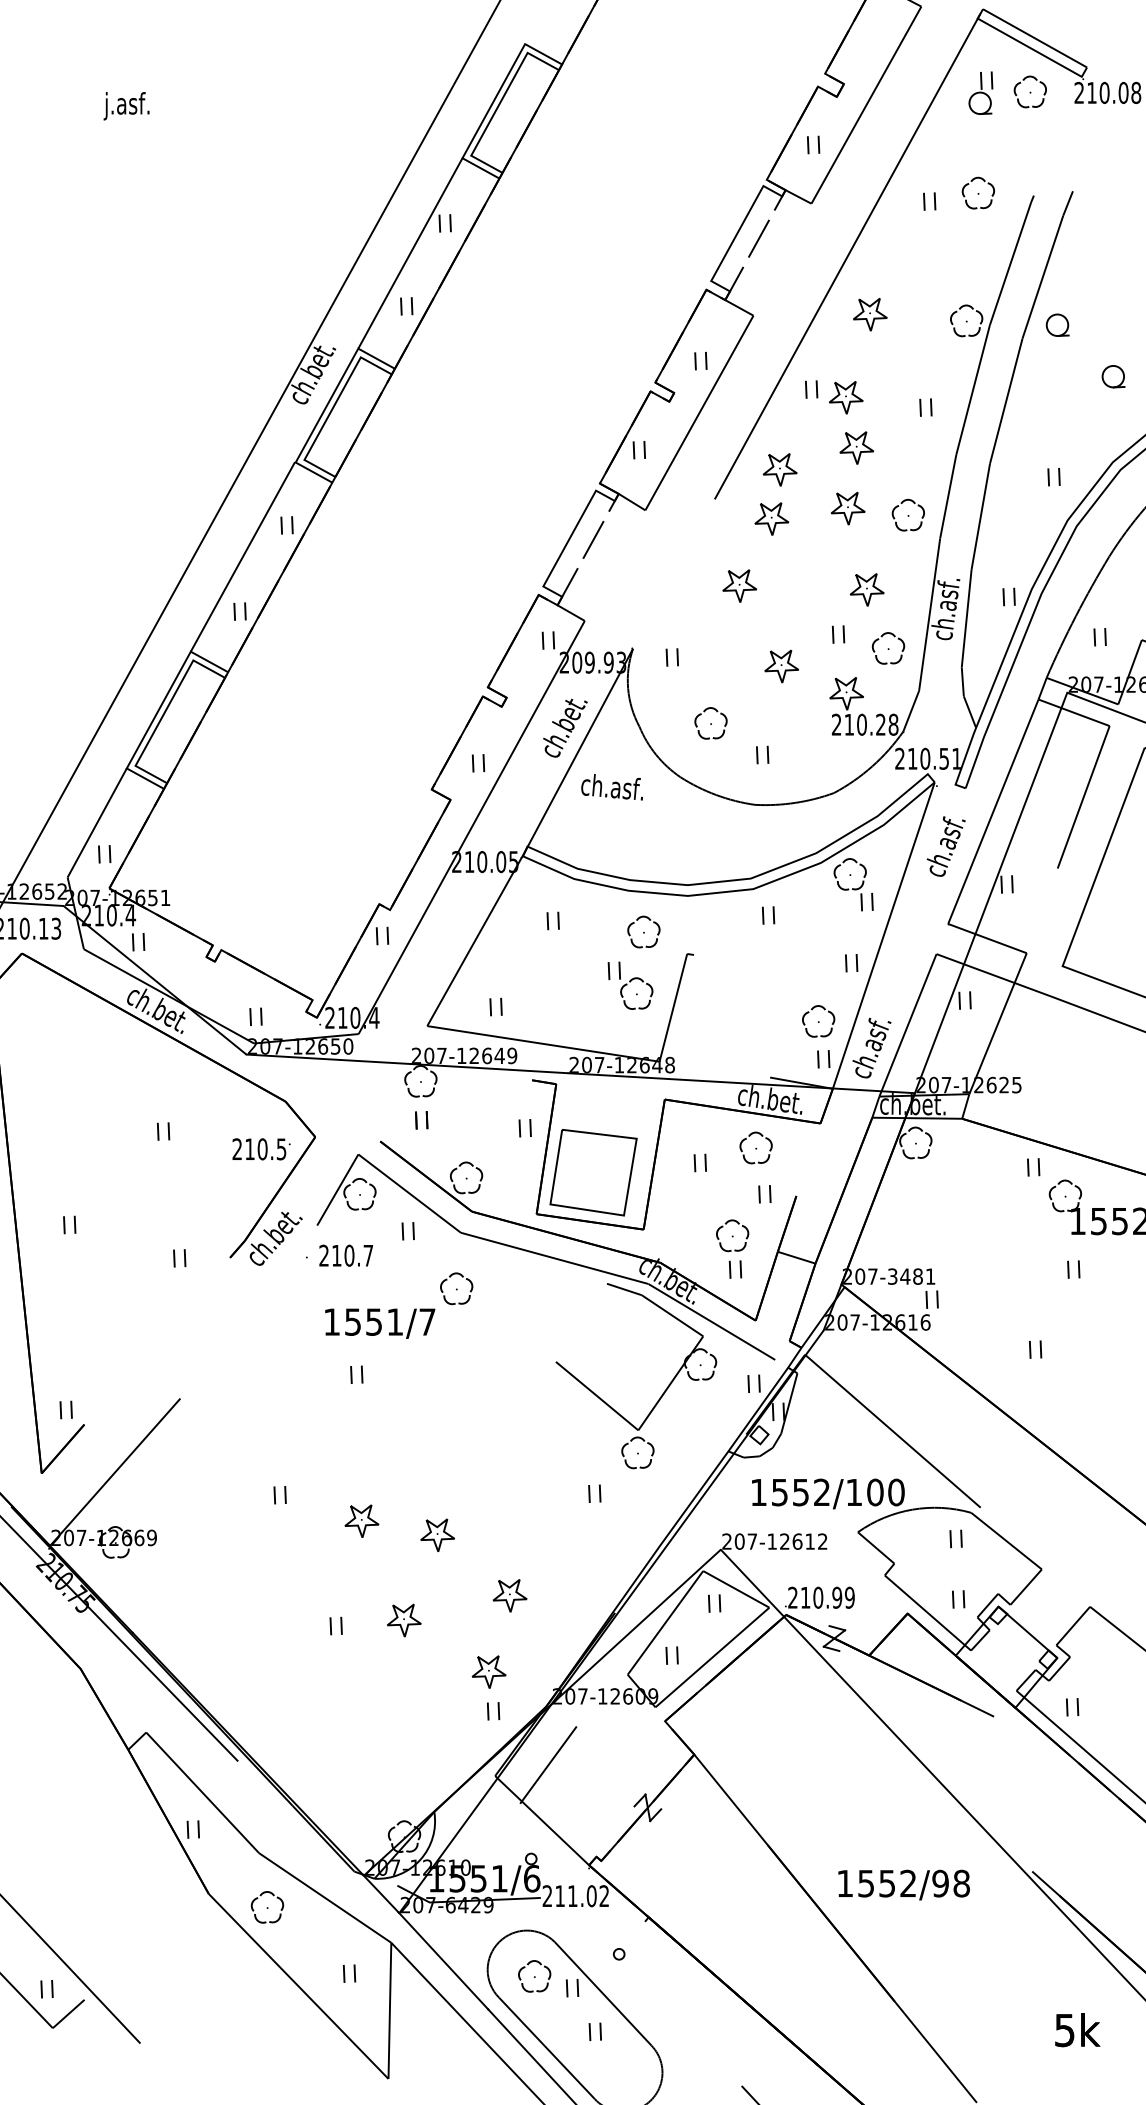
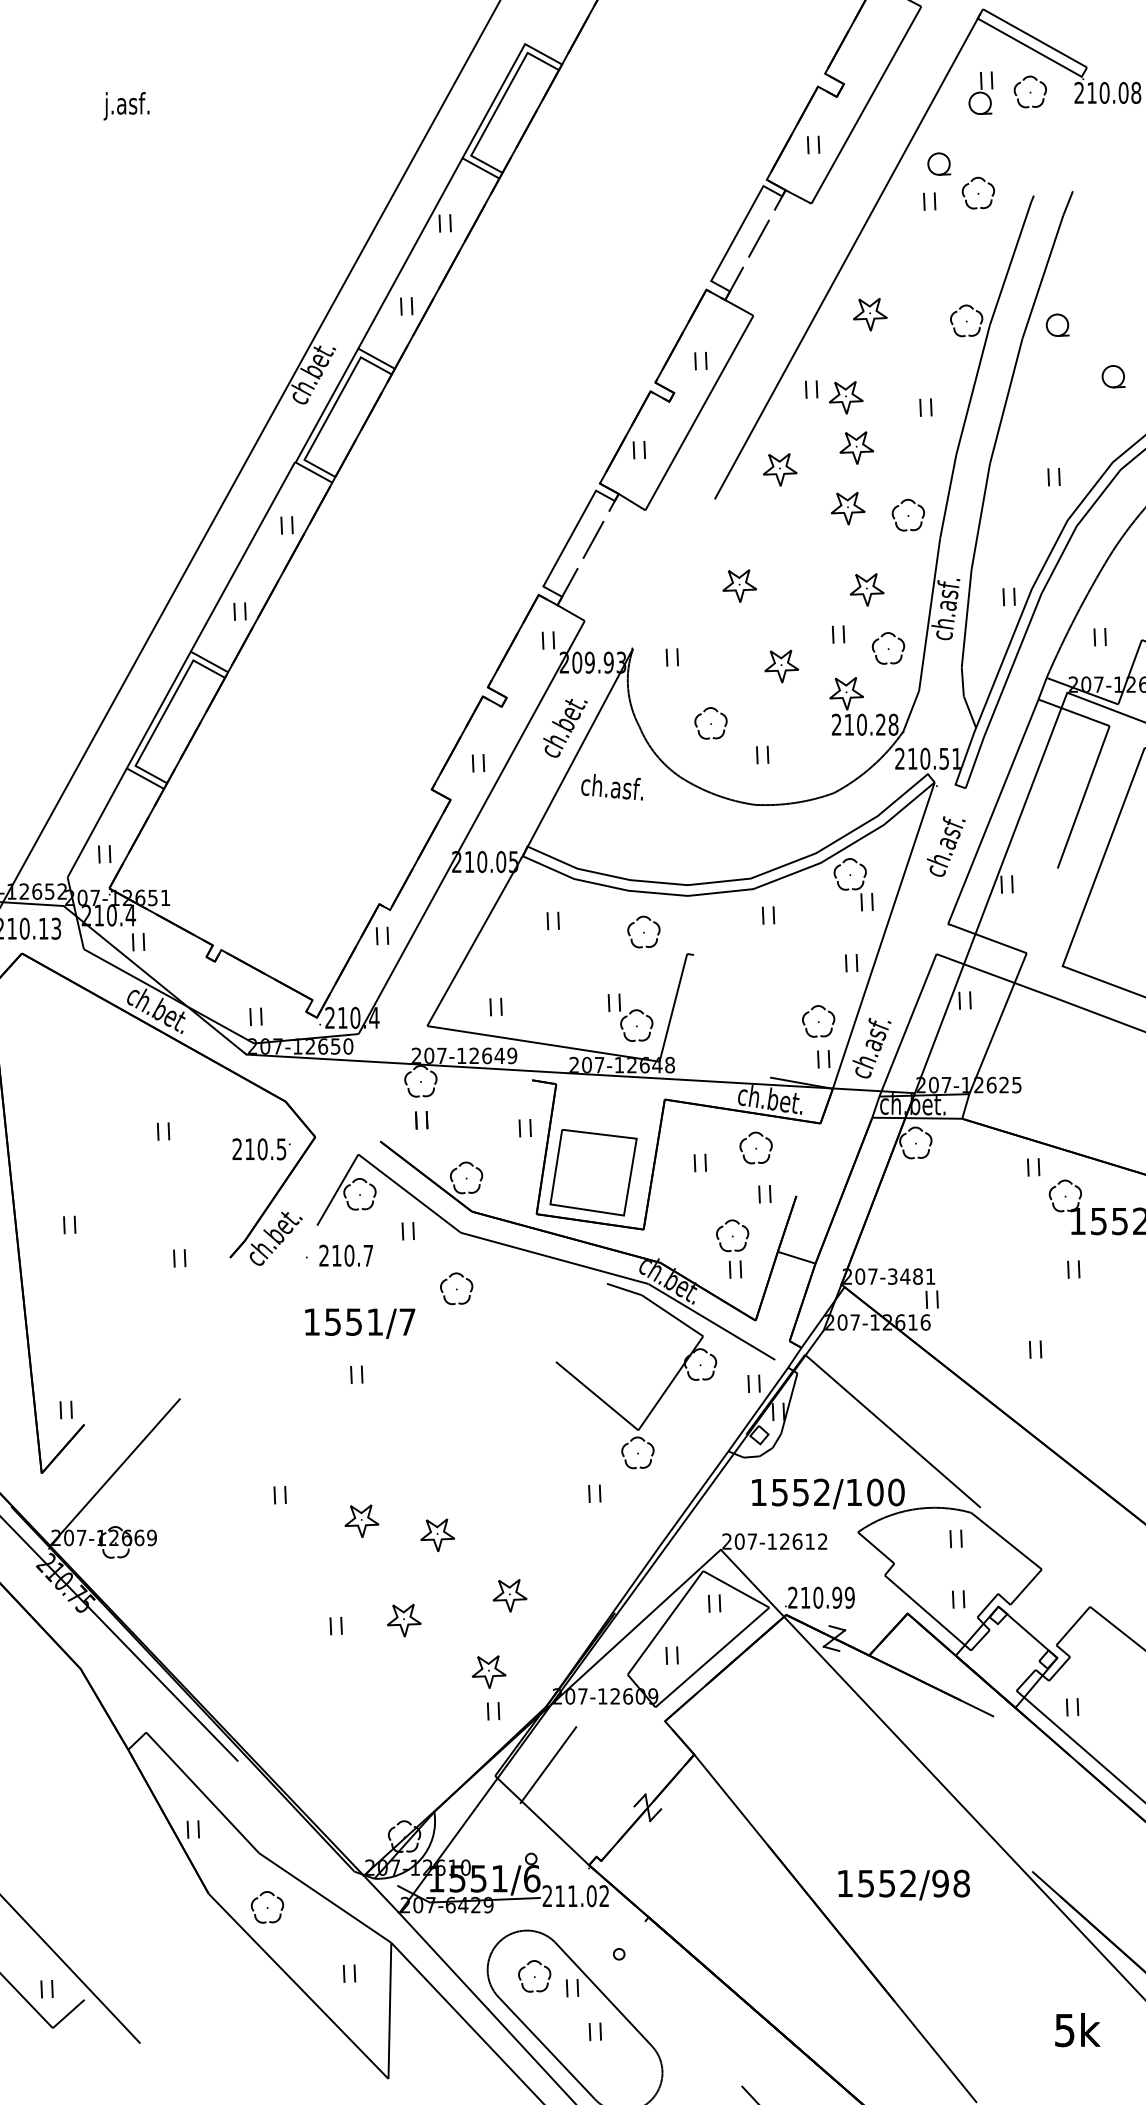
part at (939, 163): none -> present
part at (771, 518): present -> none
part at (630, 985) position: (630, 985) -> (630, 1017)
text at (380, 1323) position: (380, 1323) -> (360, 1323)
